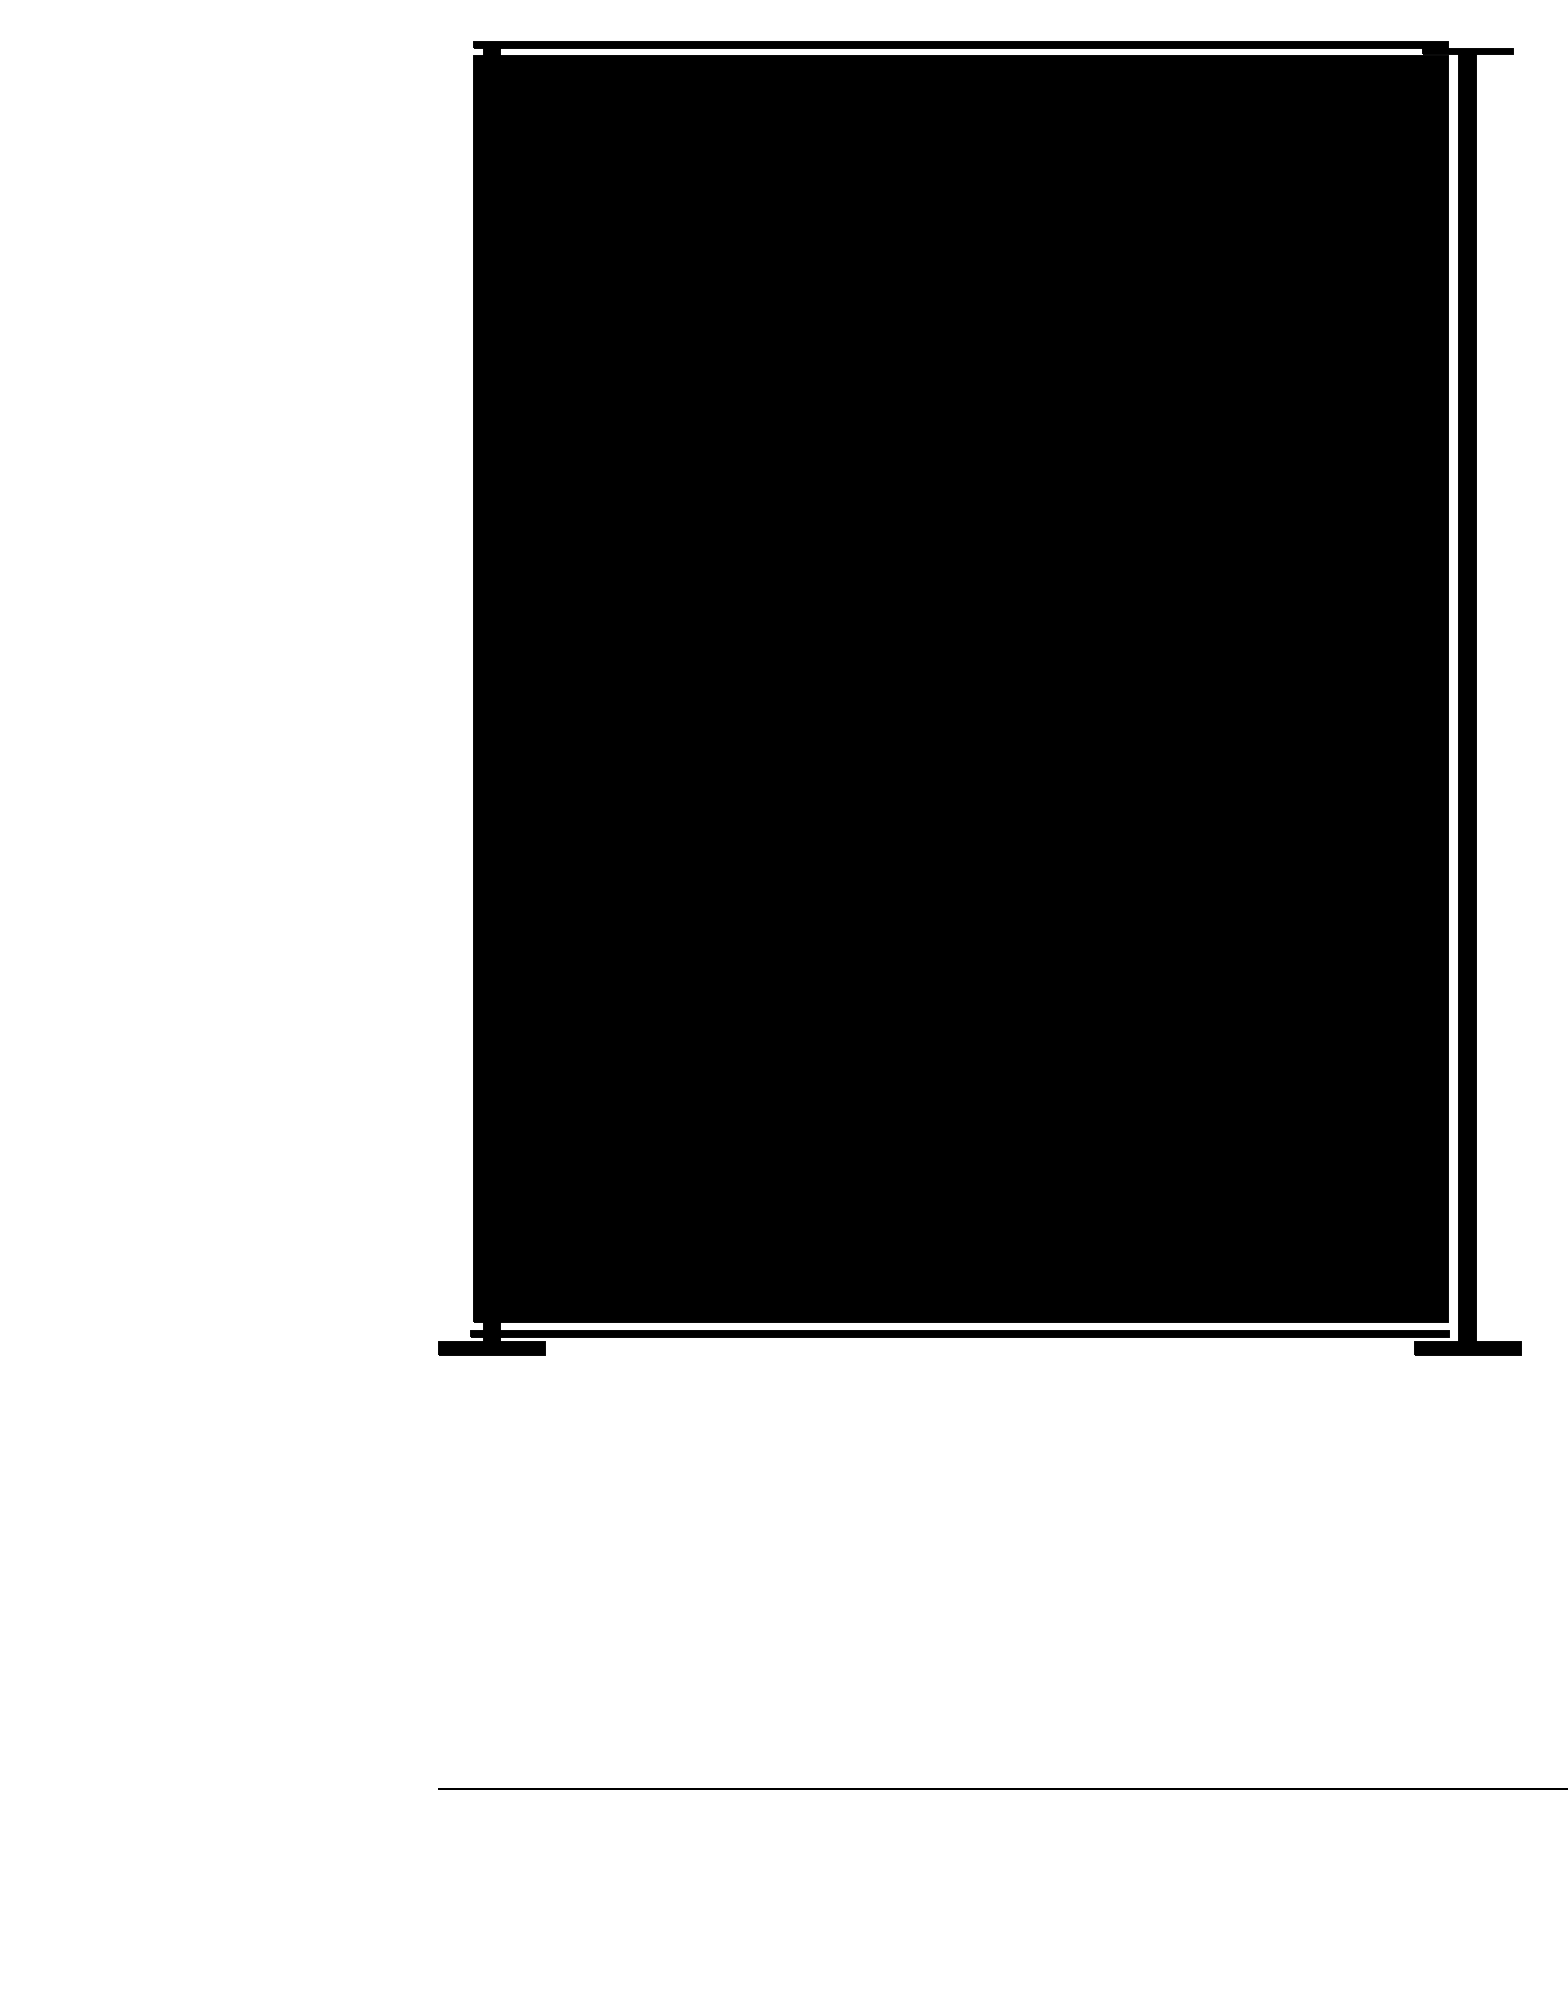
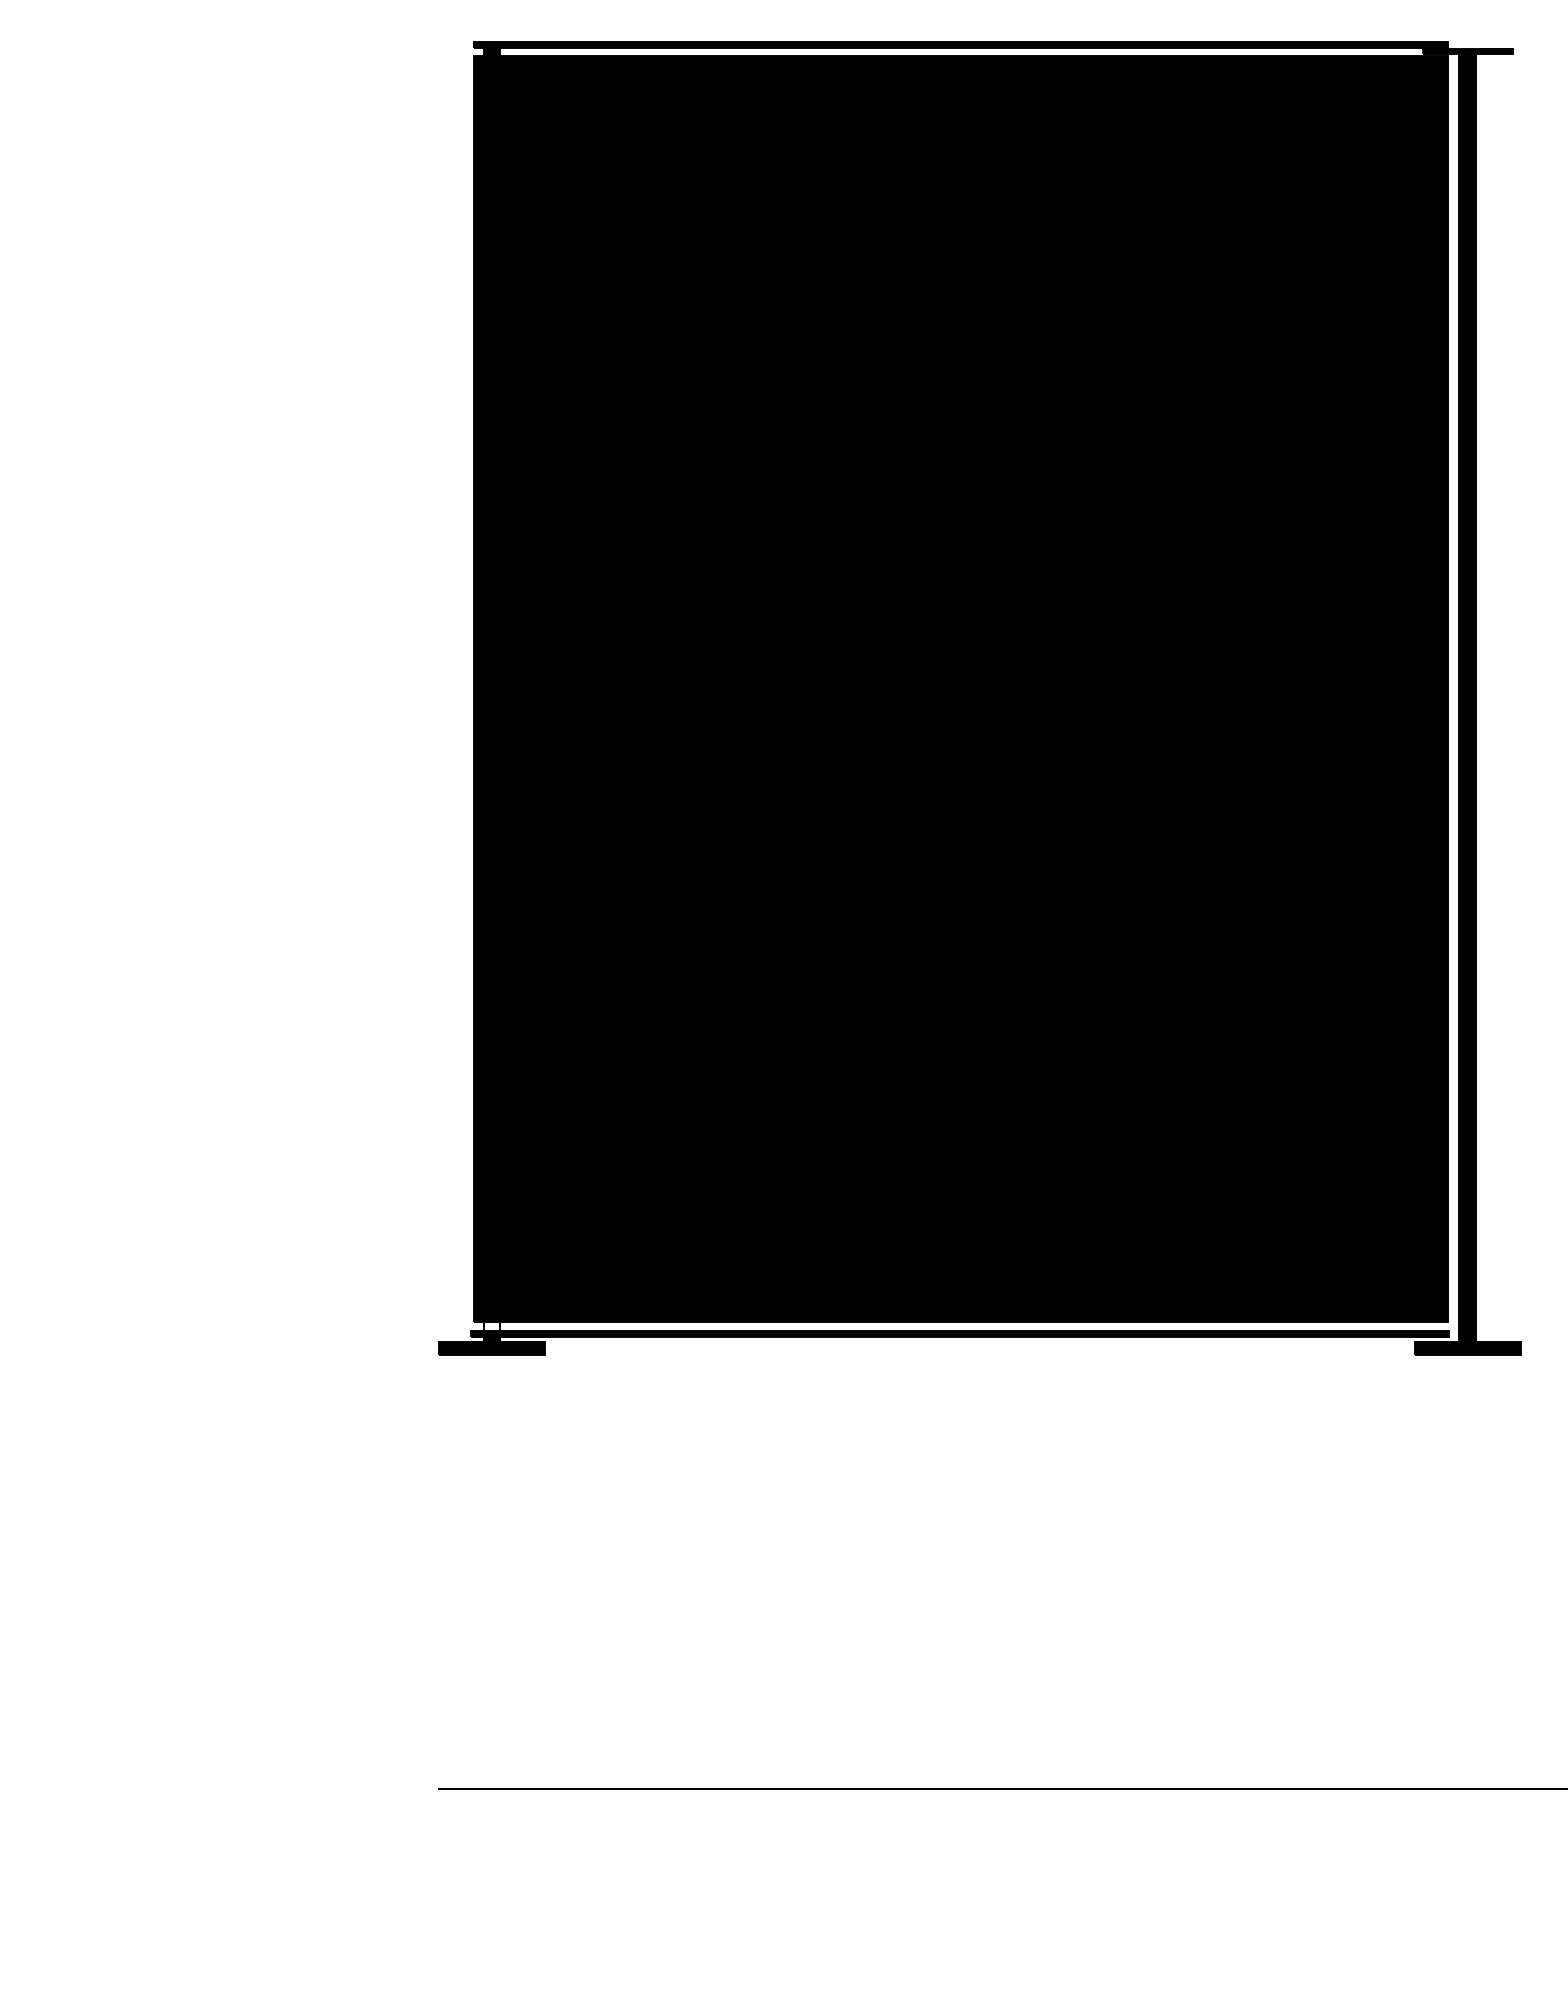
fill at (491, 1326): present -> none
